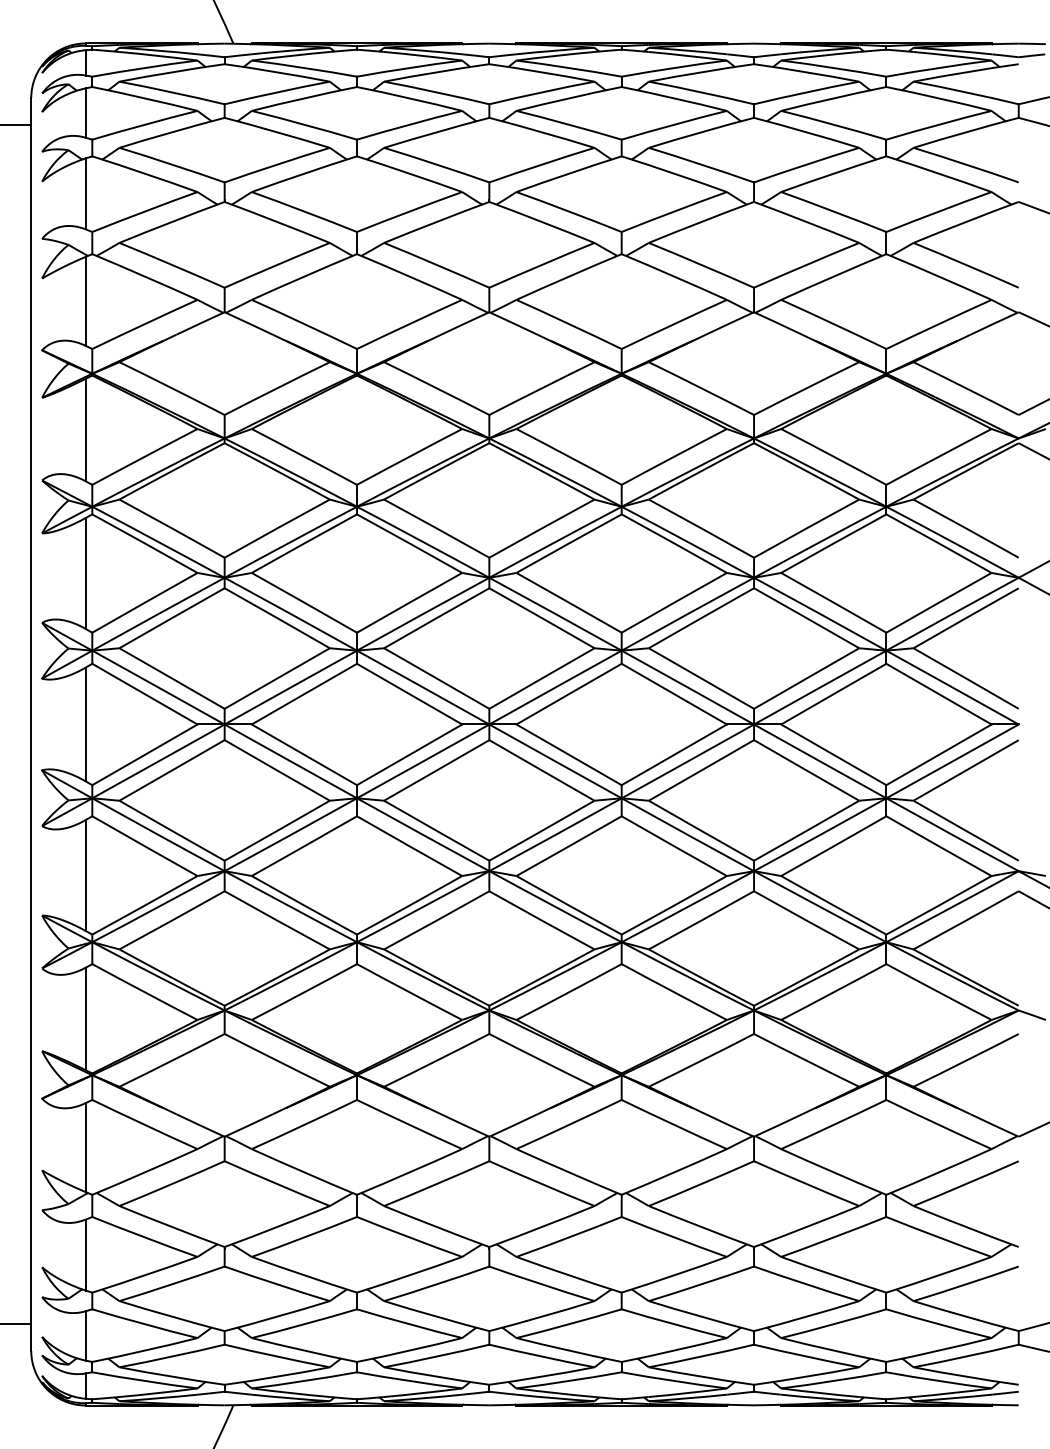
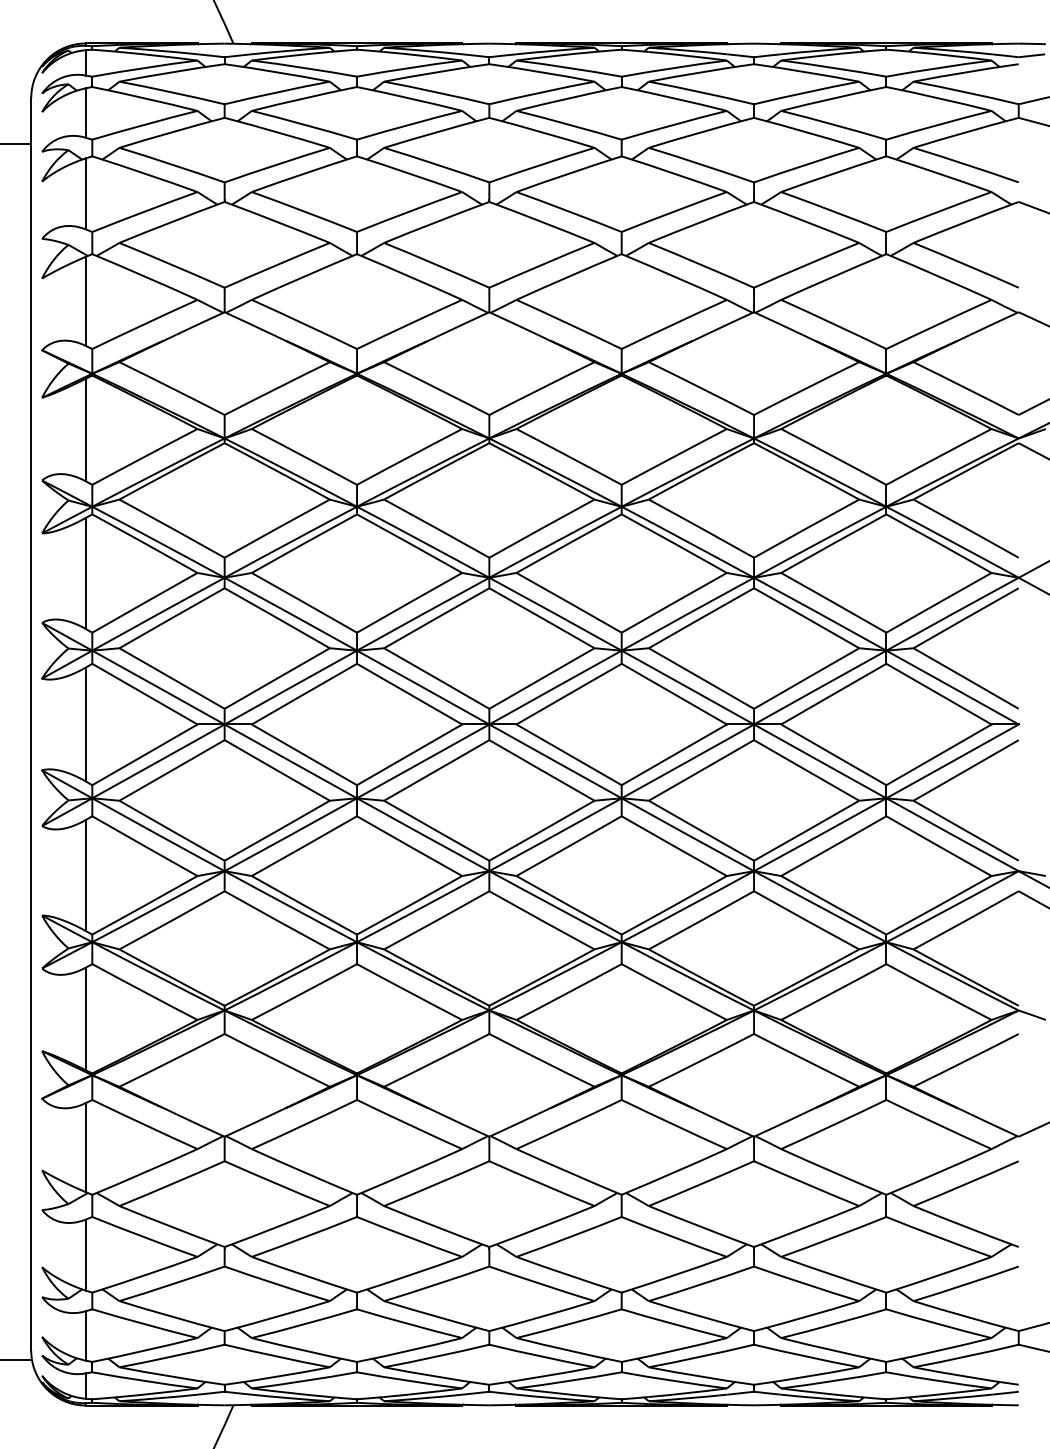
line at (16, 125) position: (16, 125) -> (16, 144)
line at (16, 1323) position: (16, 1323) -> (16, 1359)
